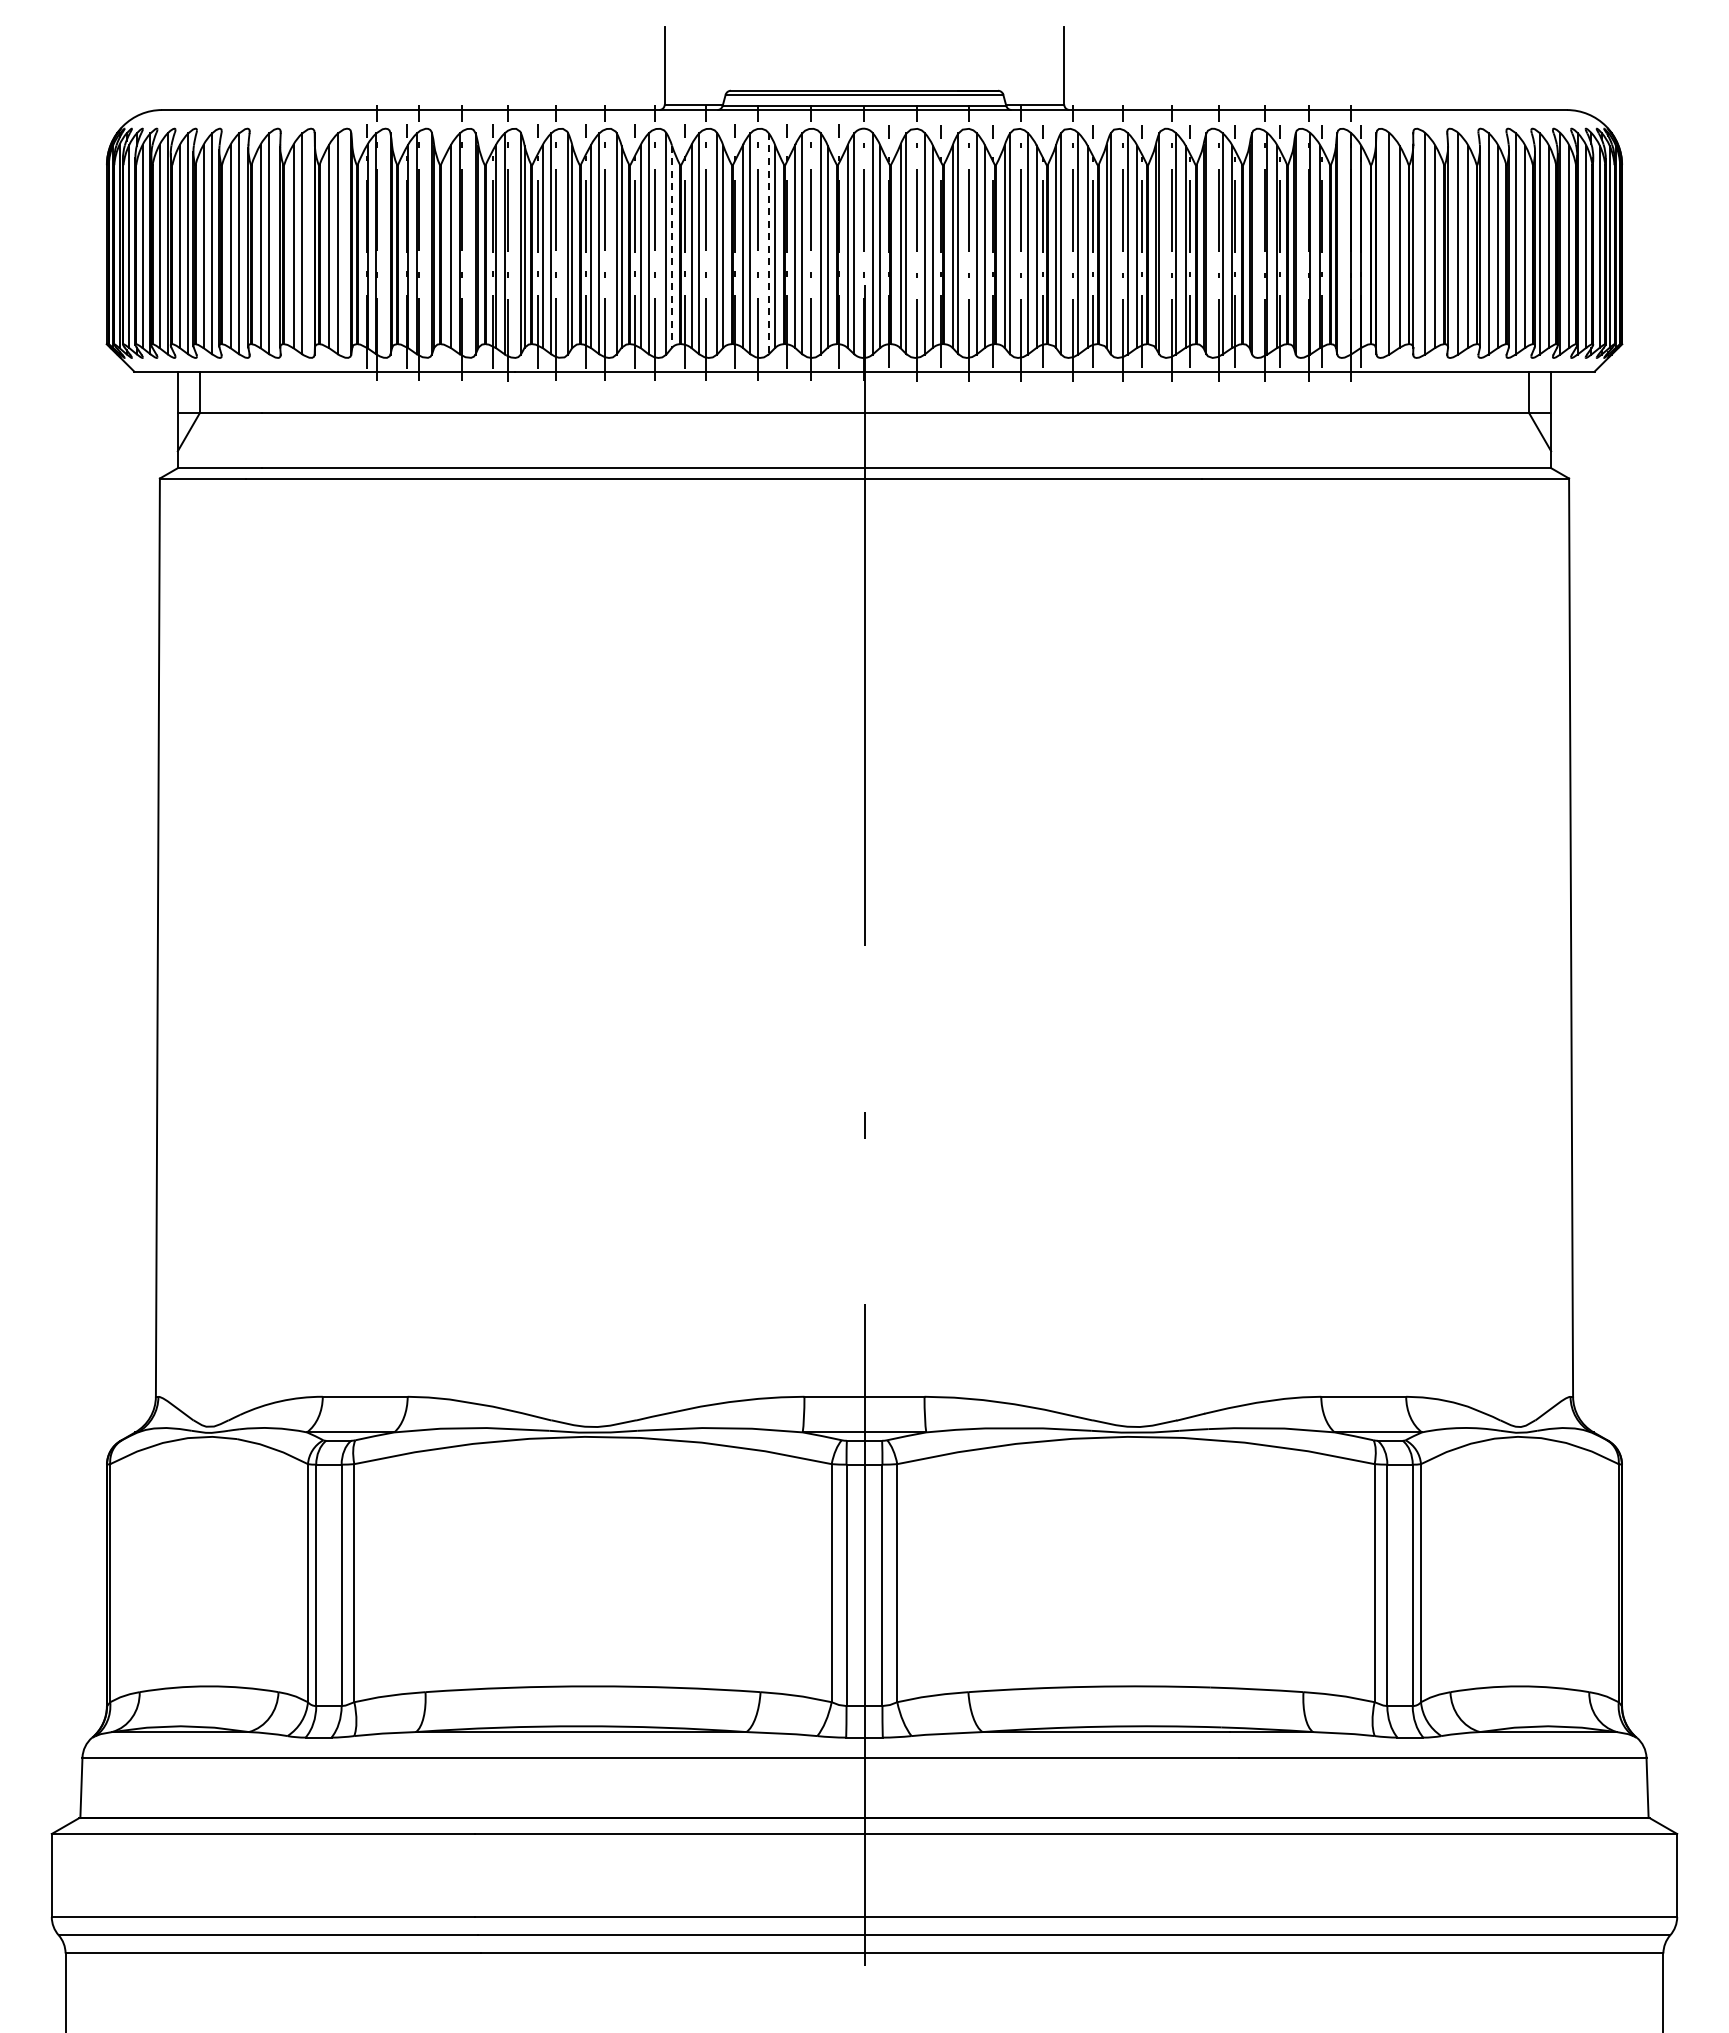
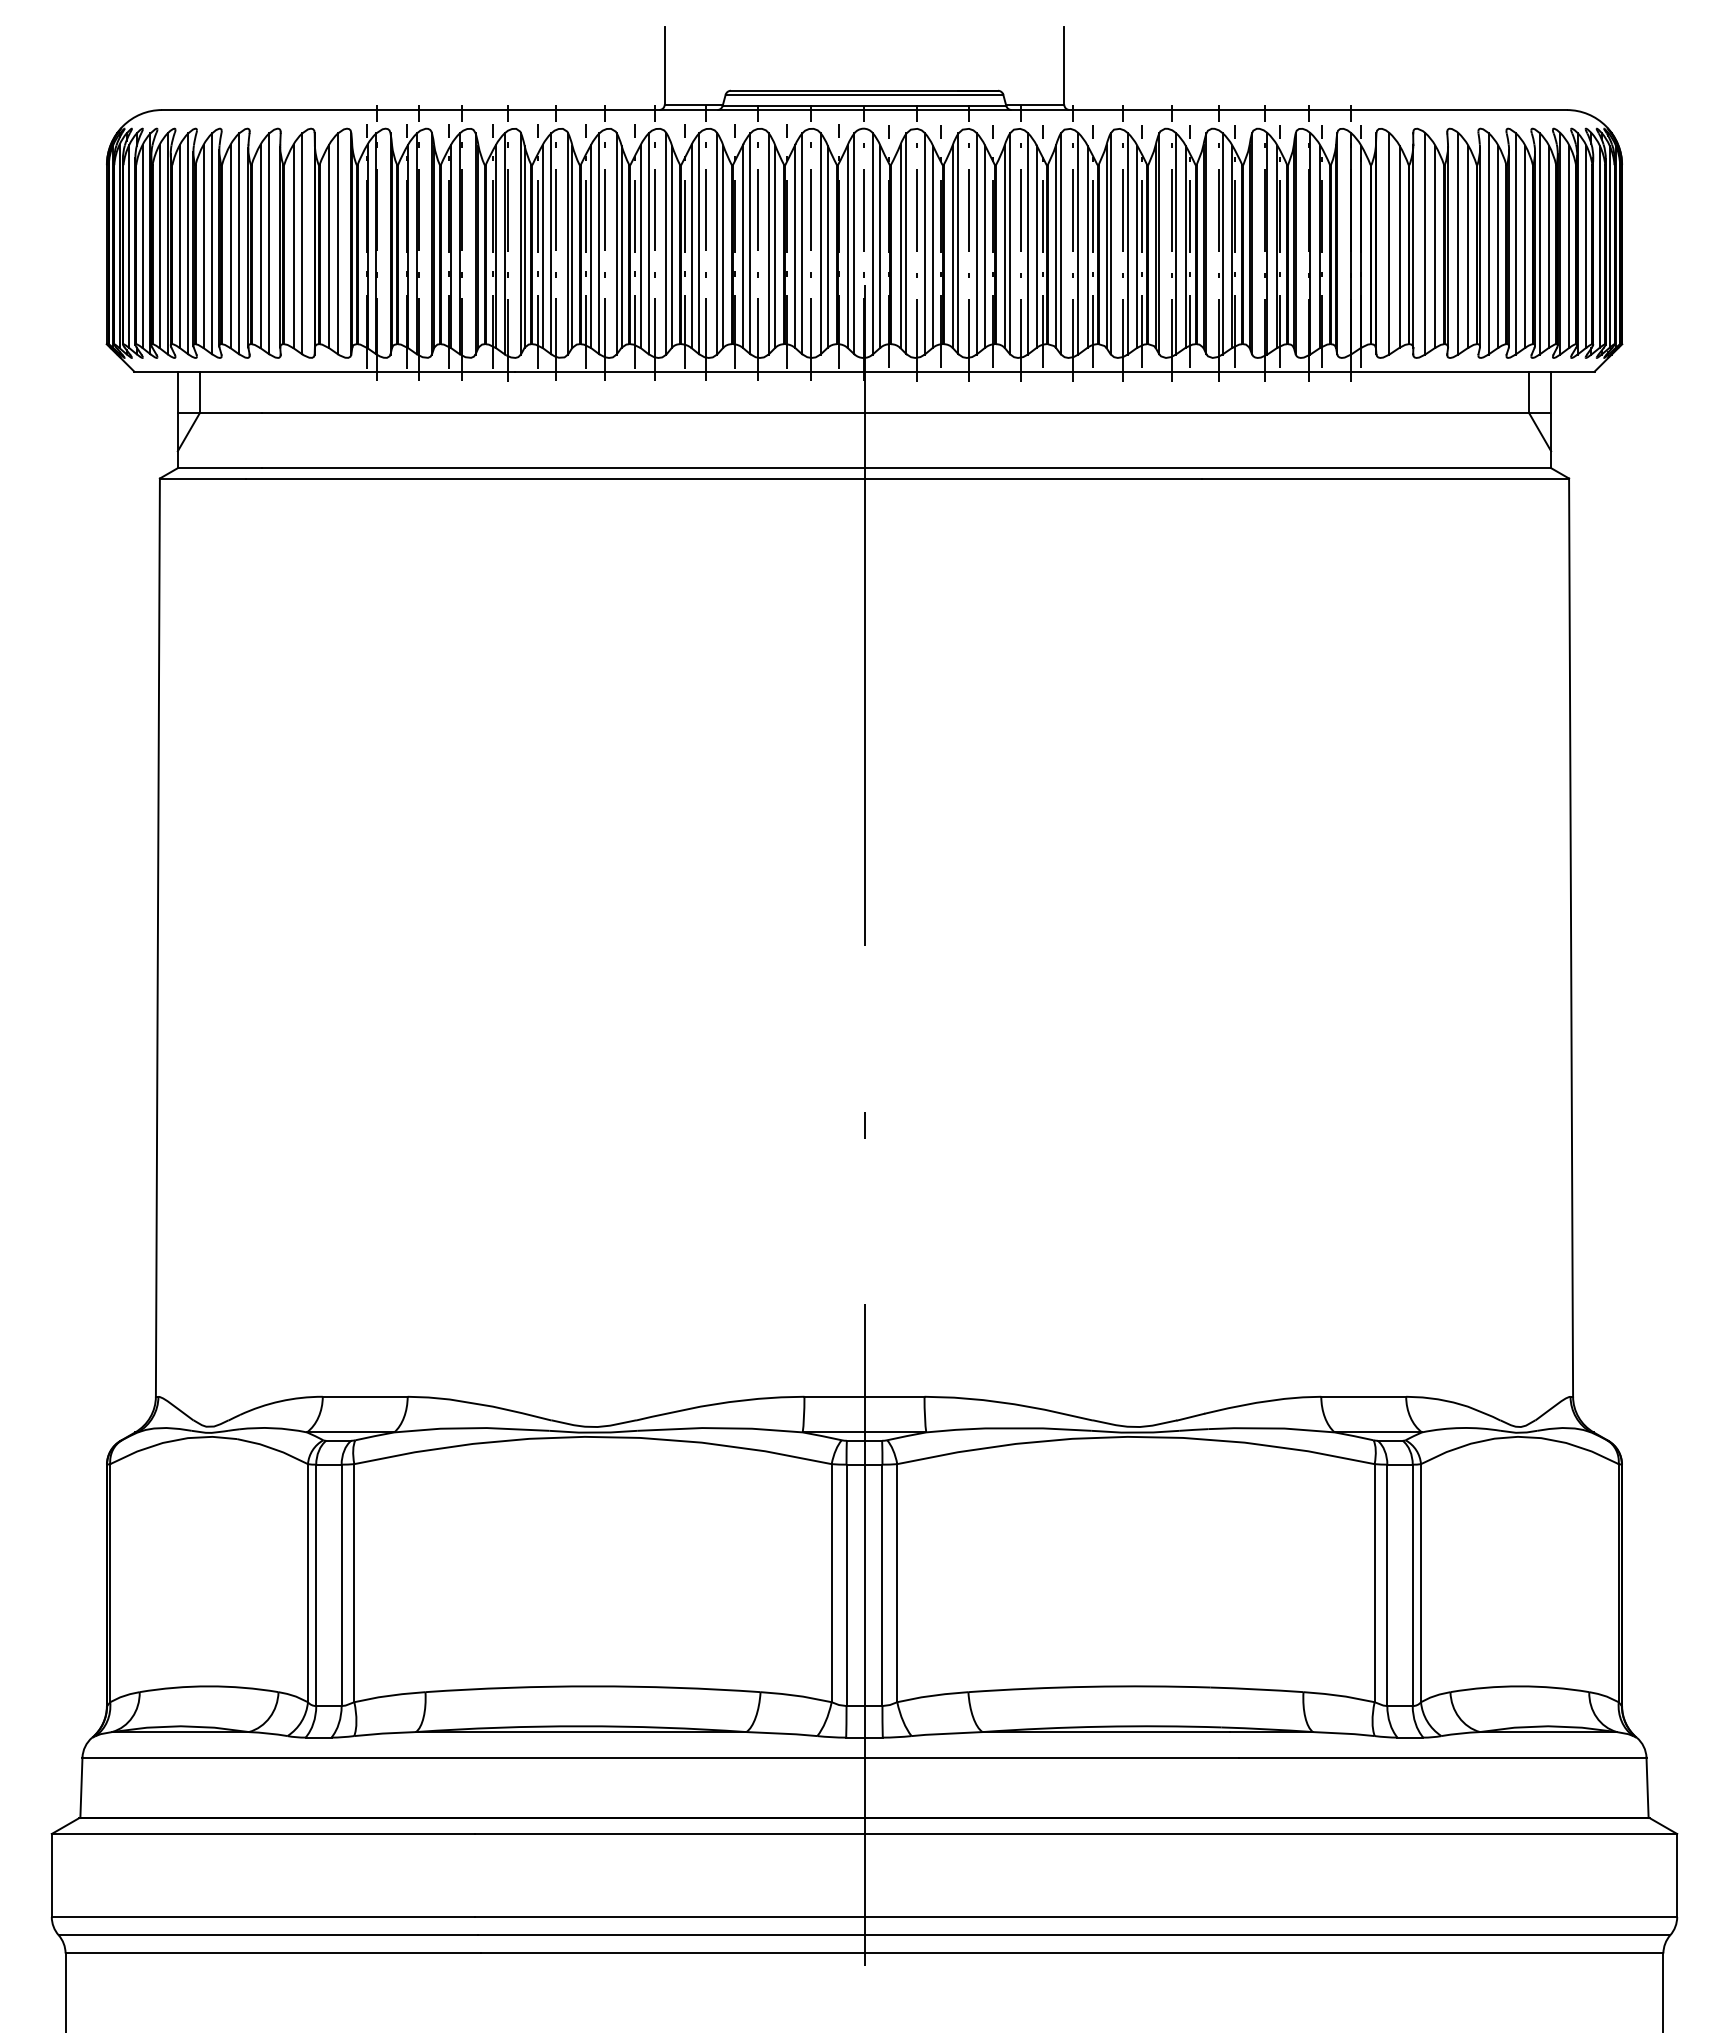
line at (768, 243): dashed -> solid
line at (448, 246): none -> present
line at (671, 247): dashed -> solid
